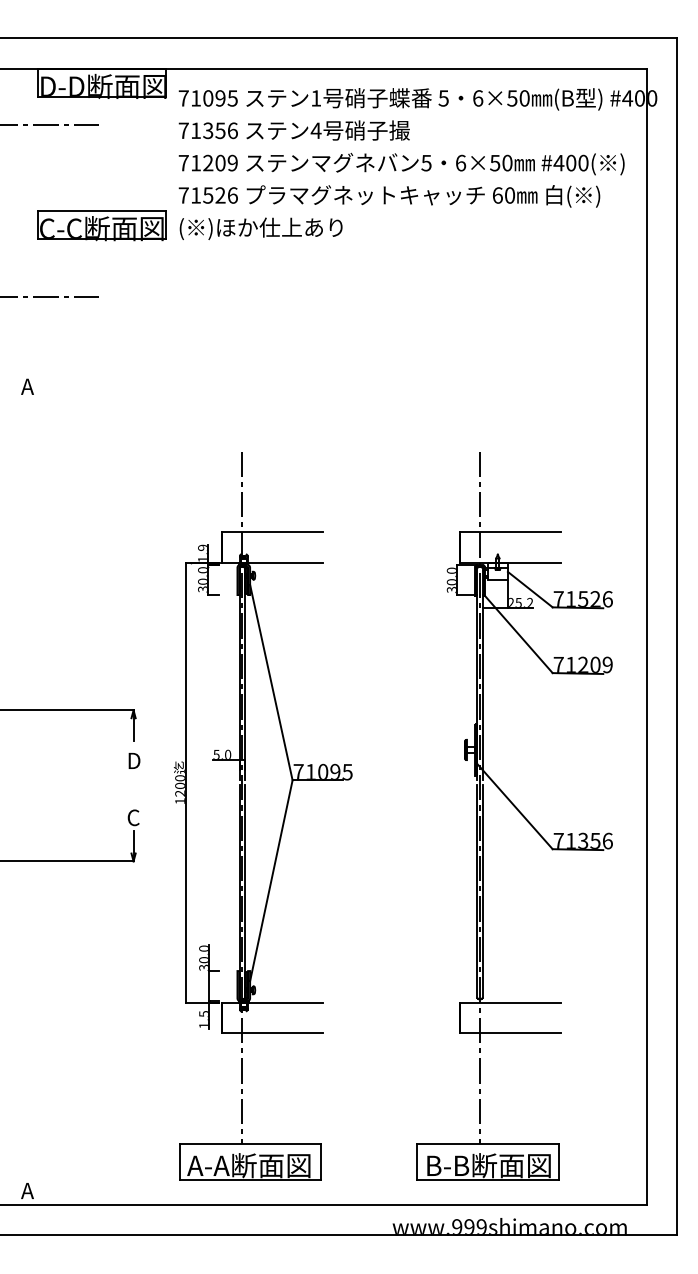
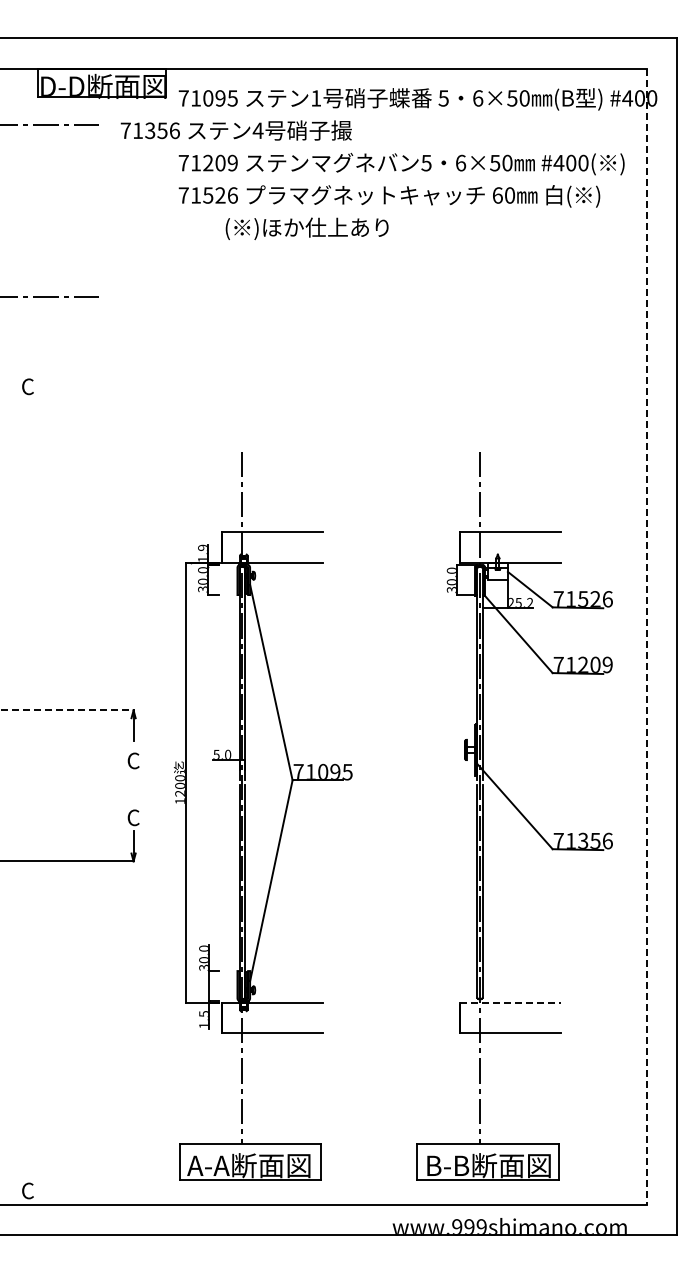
text at (293, 130) position: (293, 130) -> (235, 130)
part at (101, 225): present -> none
text at (260, 228) position: (260, 228) -> (306, 228)
text at (27, 386): A -> C
line at (646, 637): solid -> dashed
line at (67, 710): solid -> dashed
text at (133, 760): D -> C
line at (510, 1002): solid -> dashed
text at (27, 1190): A -> C
